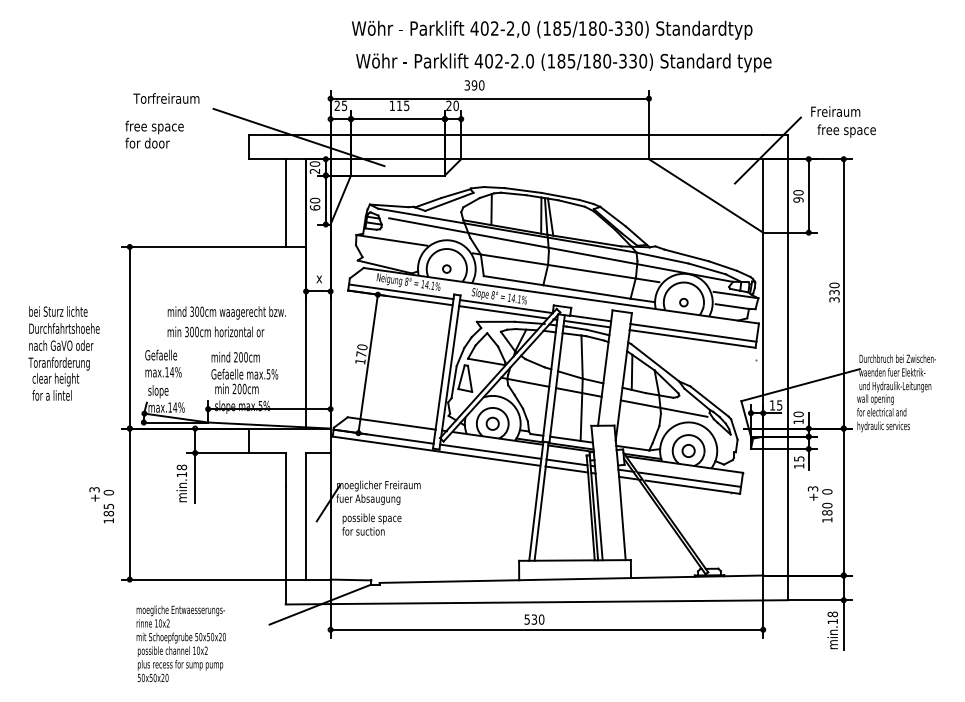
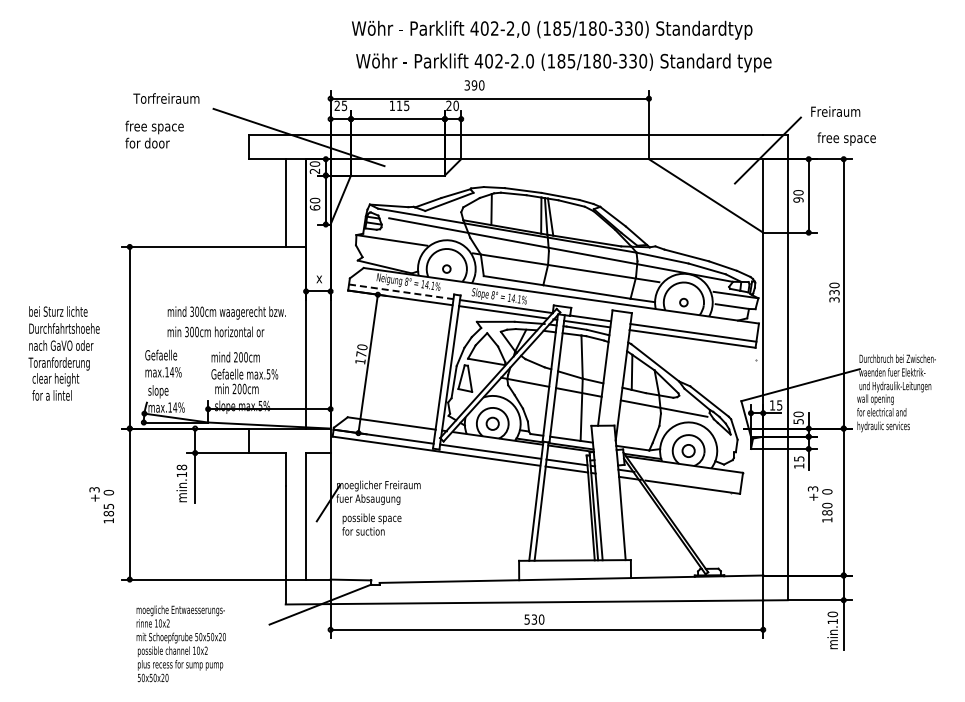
text at (846, 130) position: (846, 130) -> (846, 138)
line at (401, 291): solid -> dashed
text at (798, 421): 10 -> 50
line at (689, 479): present -> none
text at (832, 614): min.18 -> min.10
